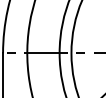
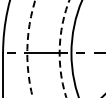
arc at (27, 48): solid -> dashed
circle at (64, 48): solid -> dashed
